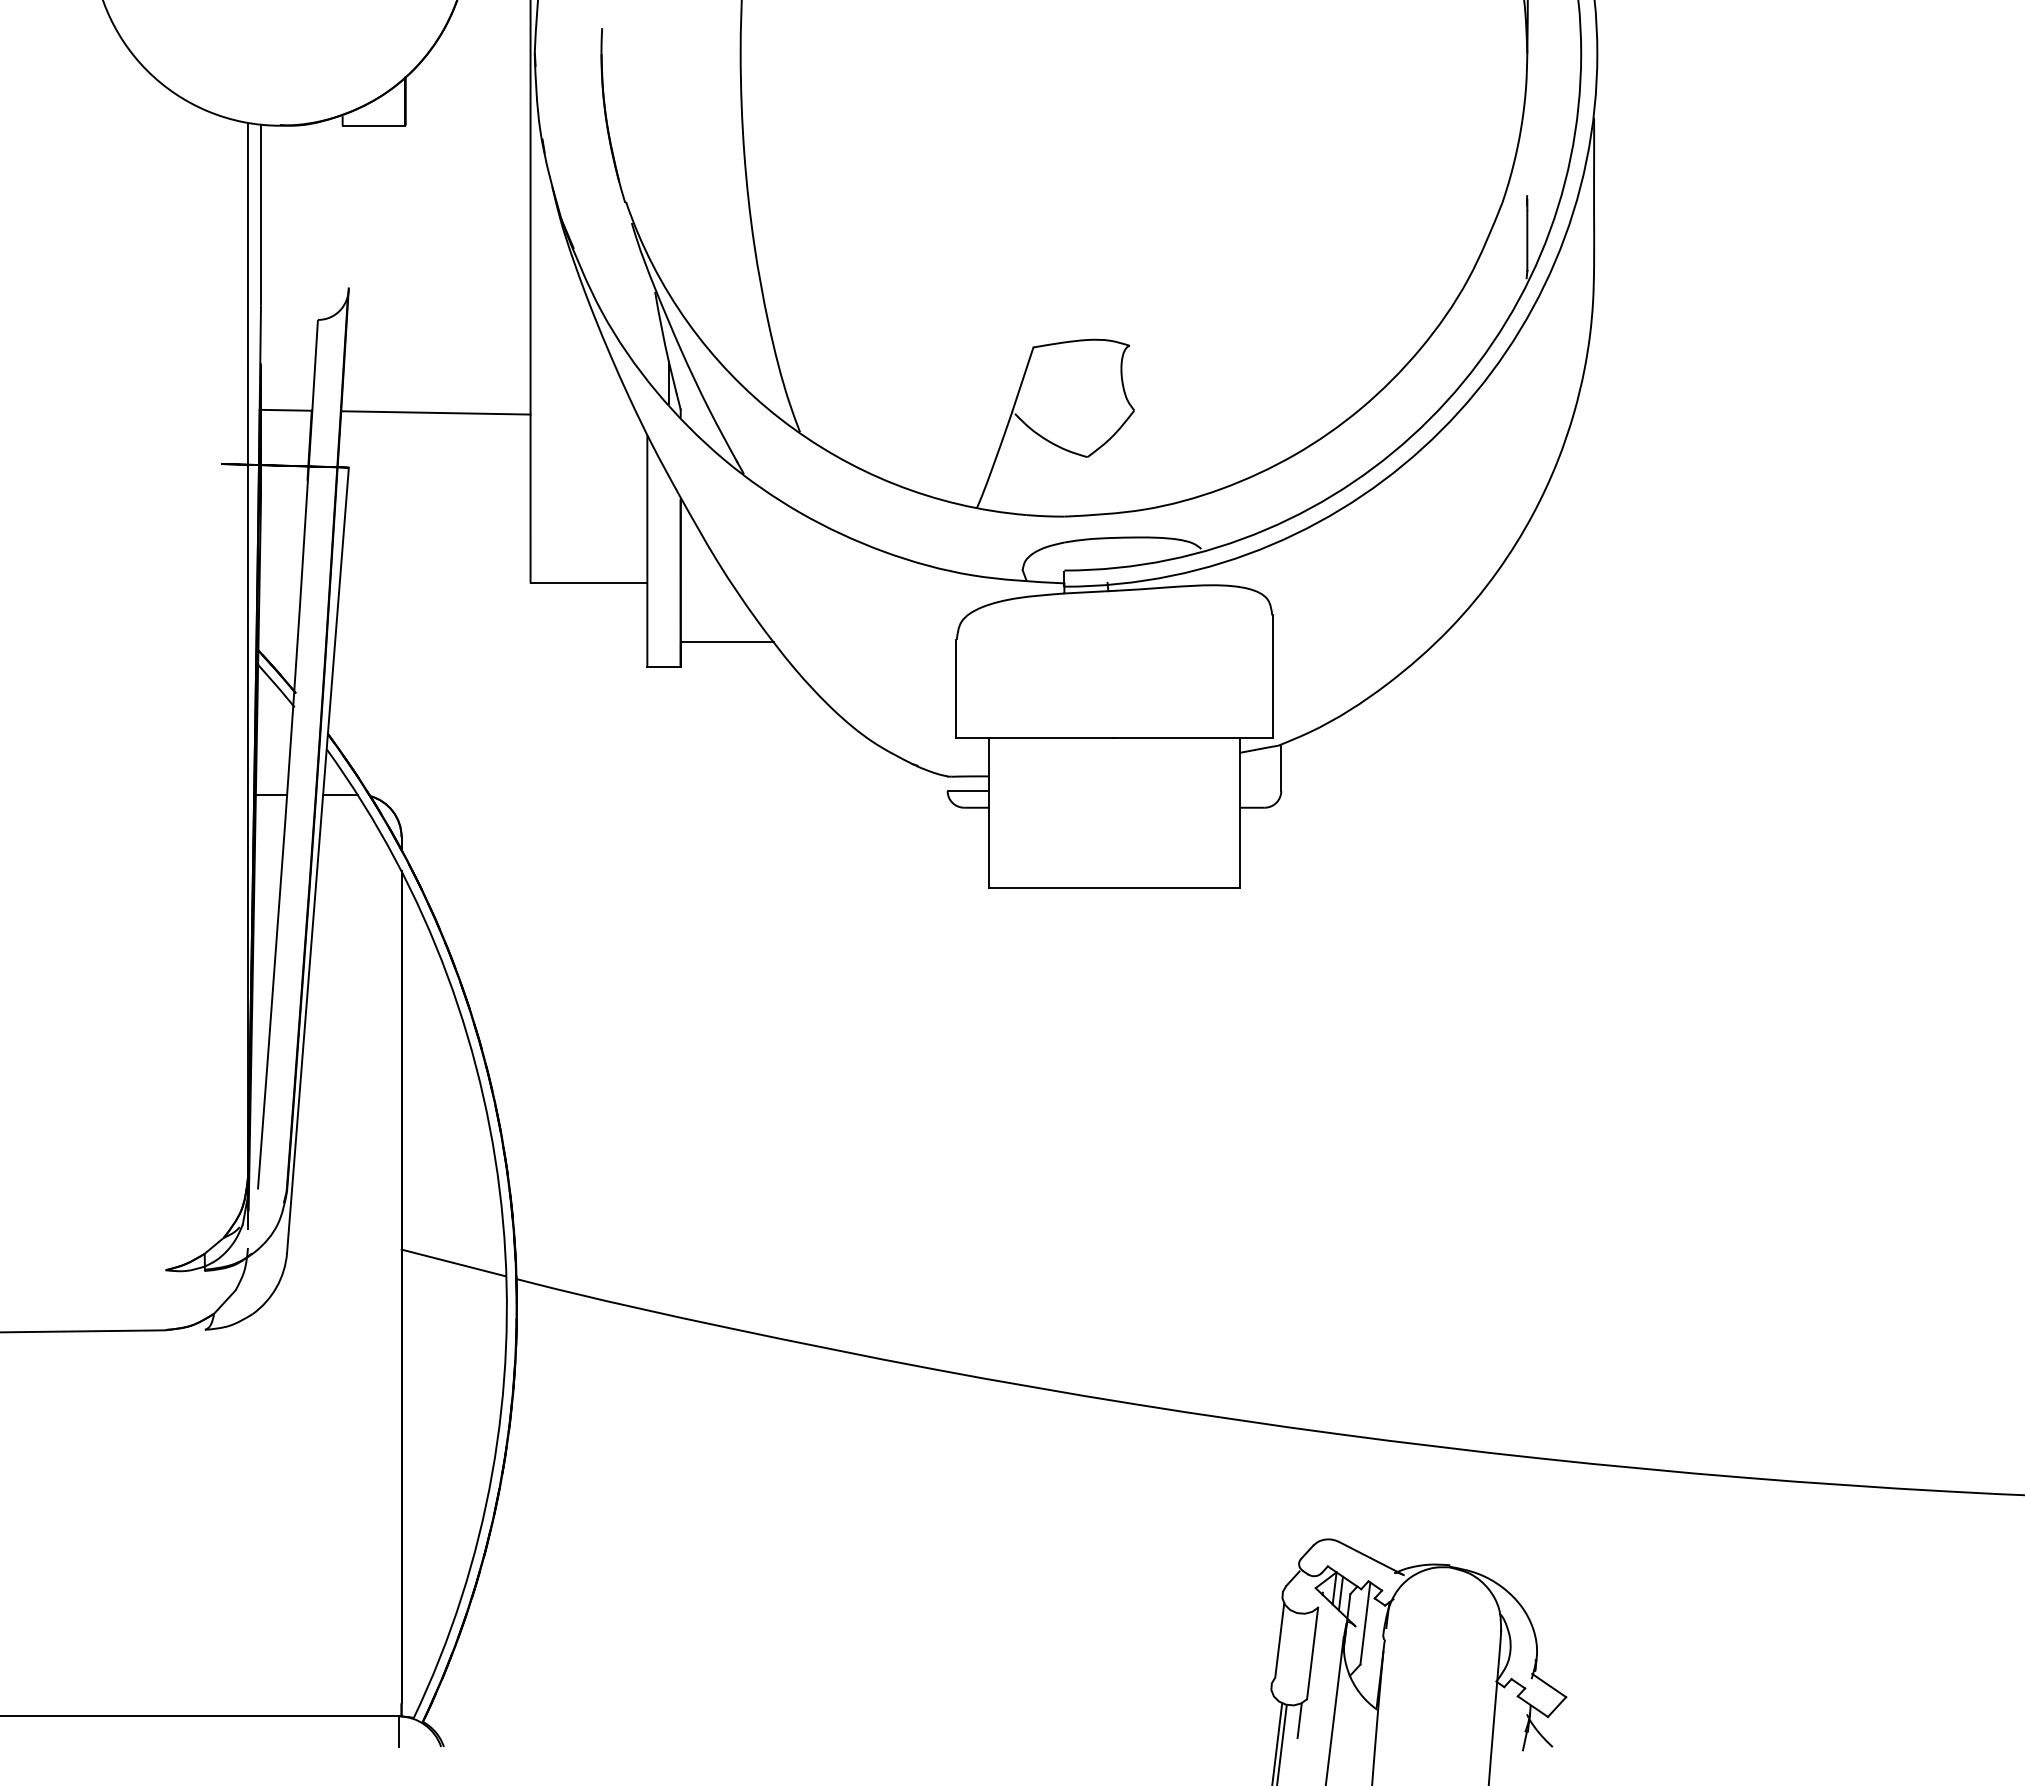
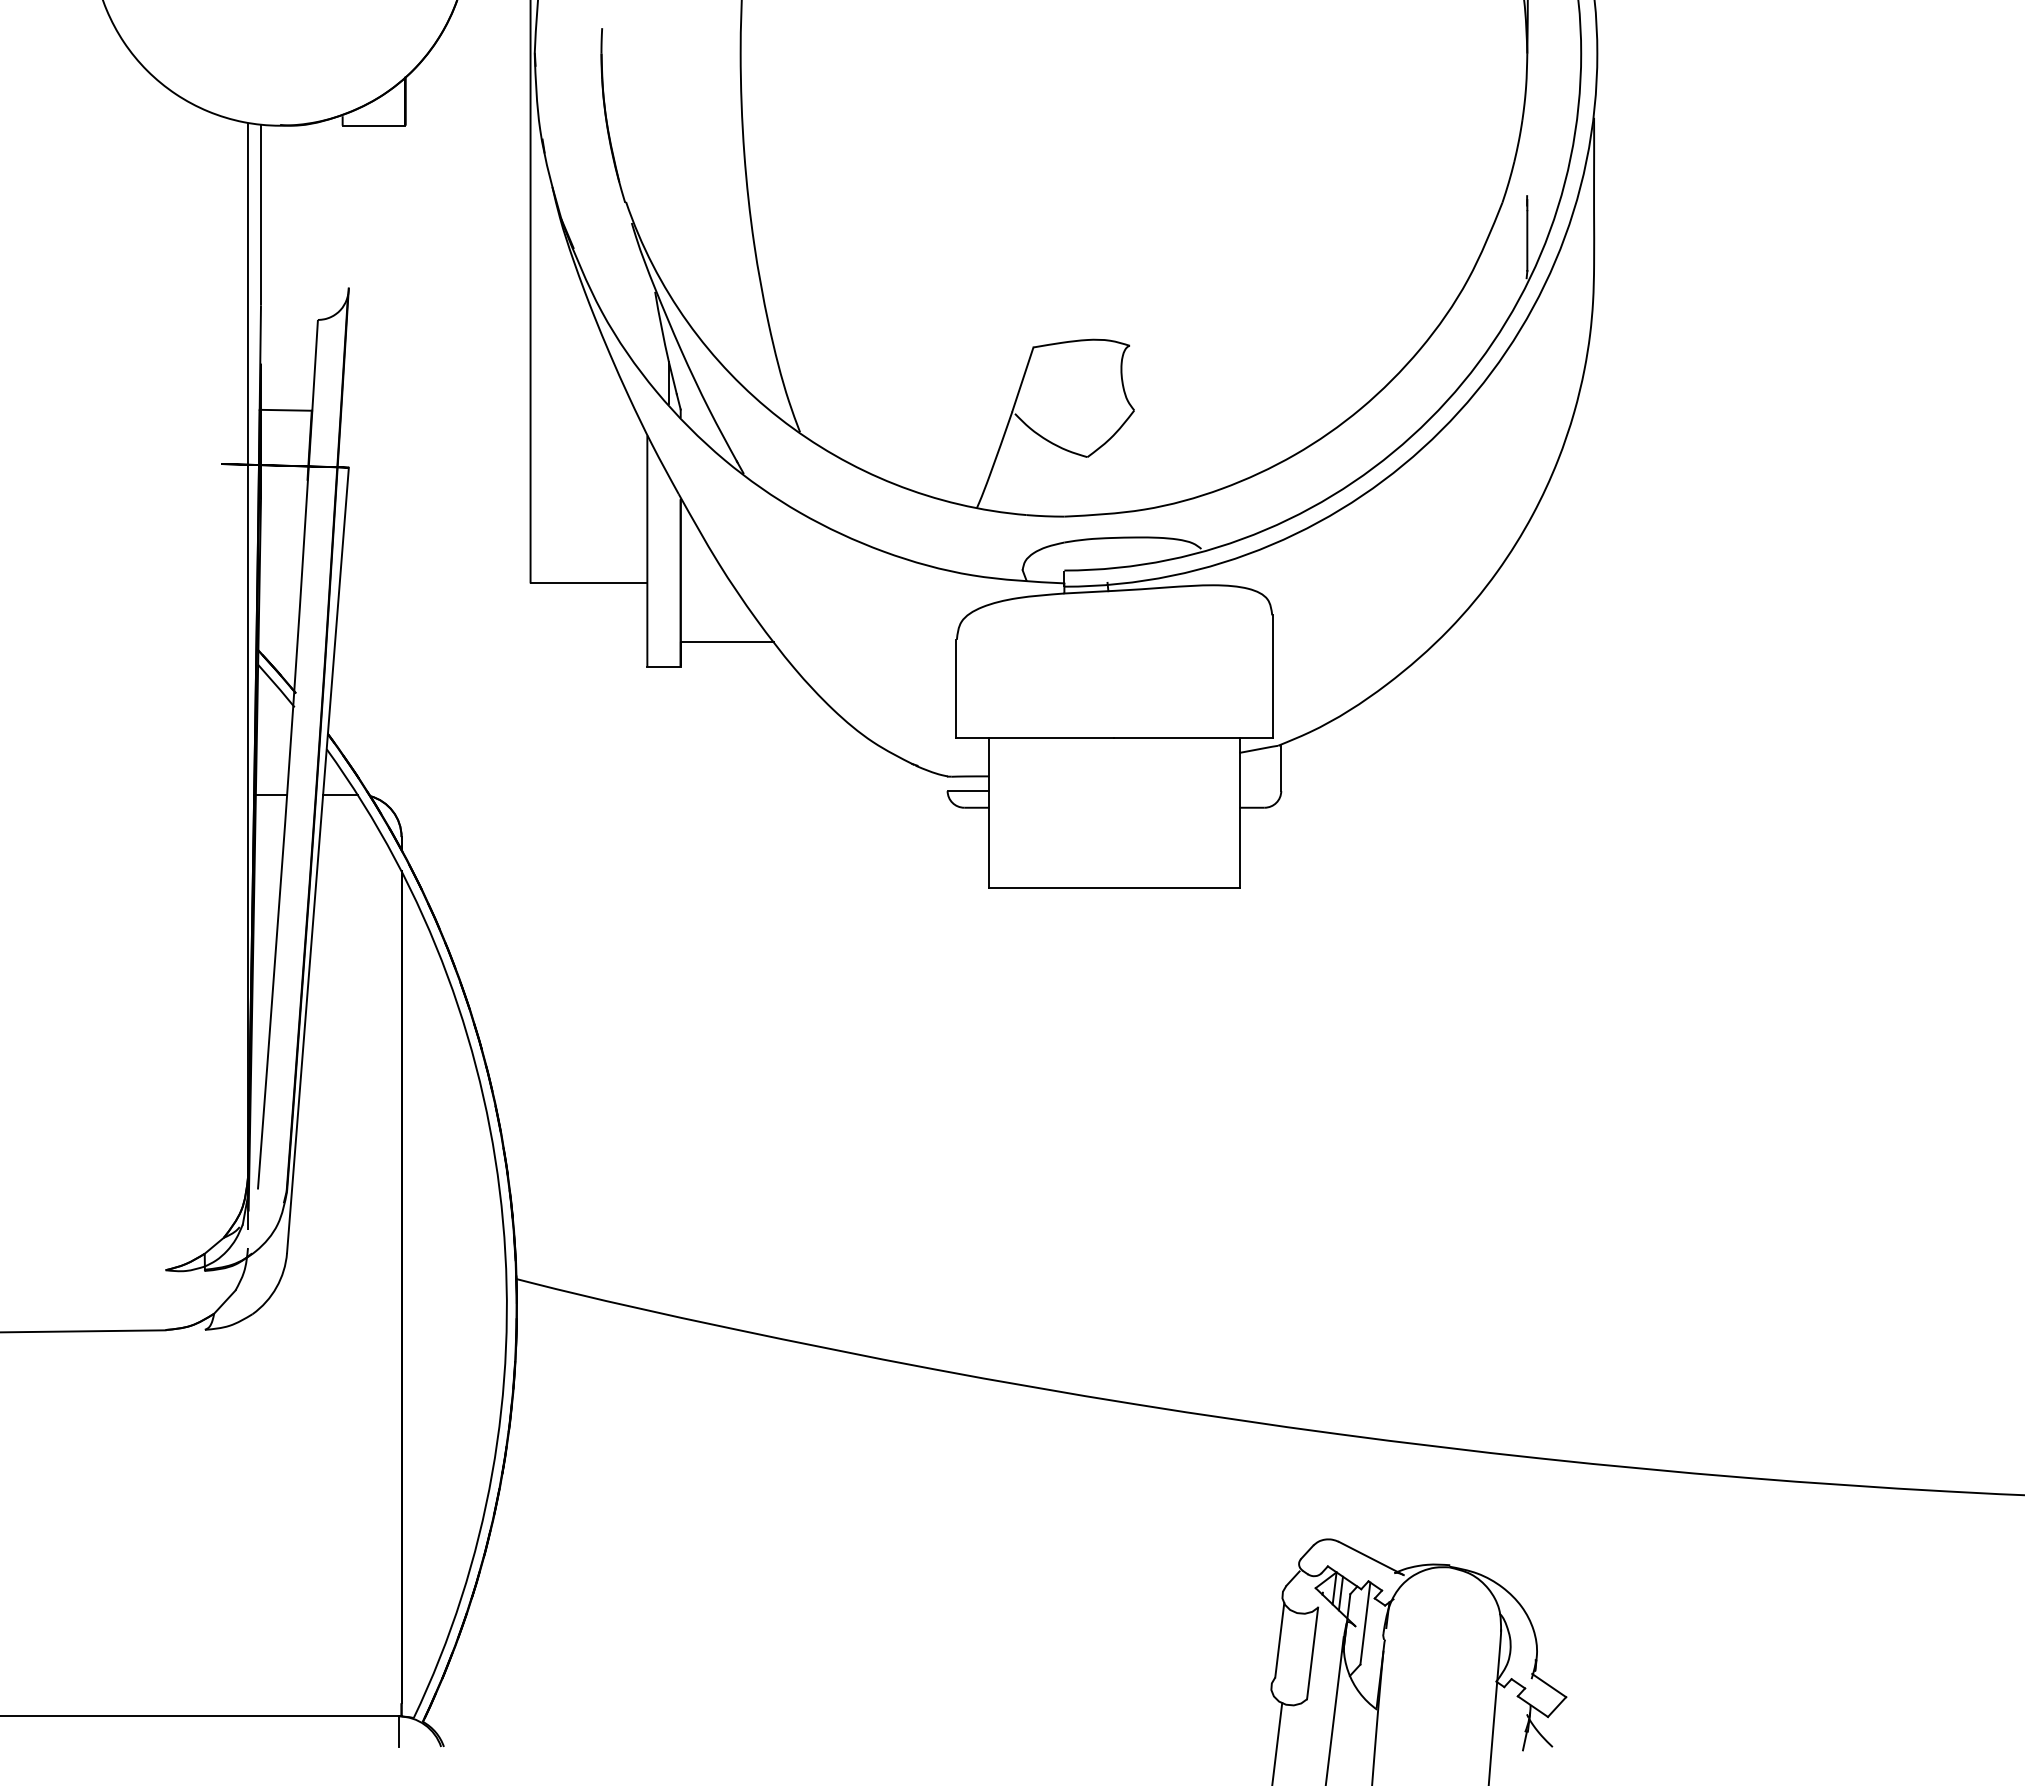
line at (435, 412): present -> none
line at (453, 1262): present -> none
line at (1299, 1720): present -> none
line at (1281, 1743): present -> none
